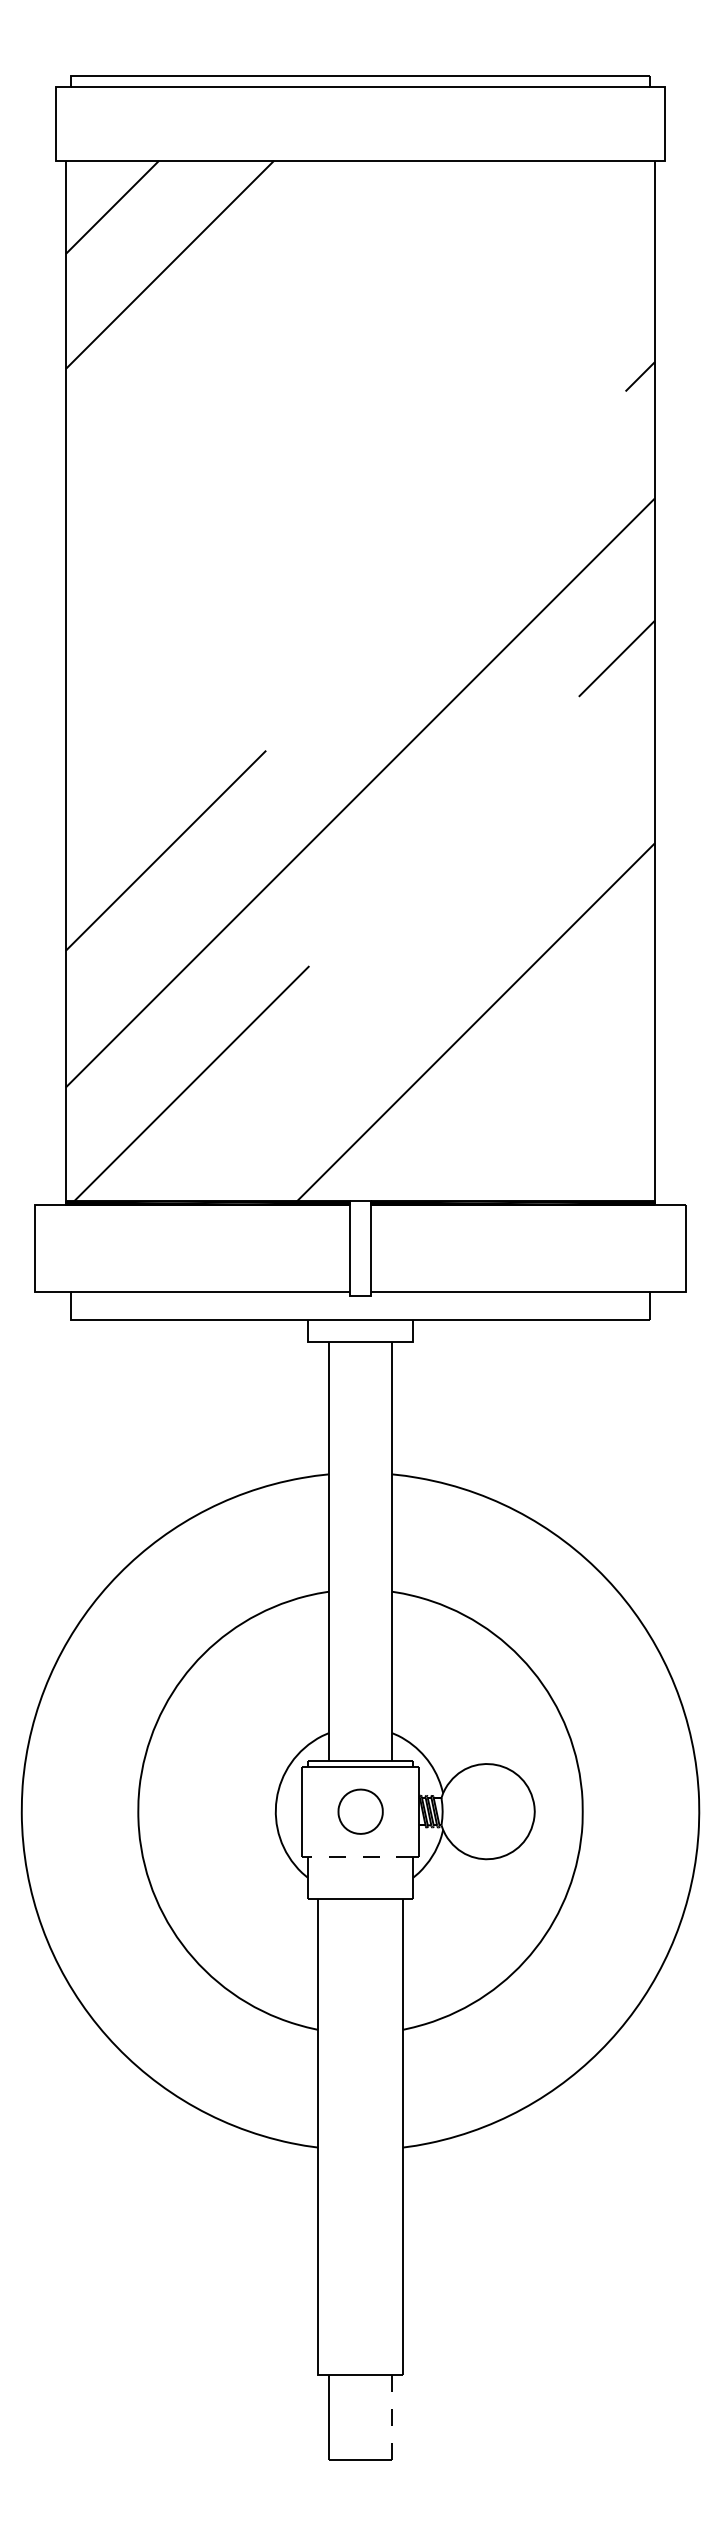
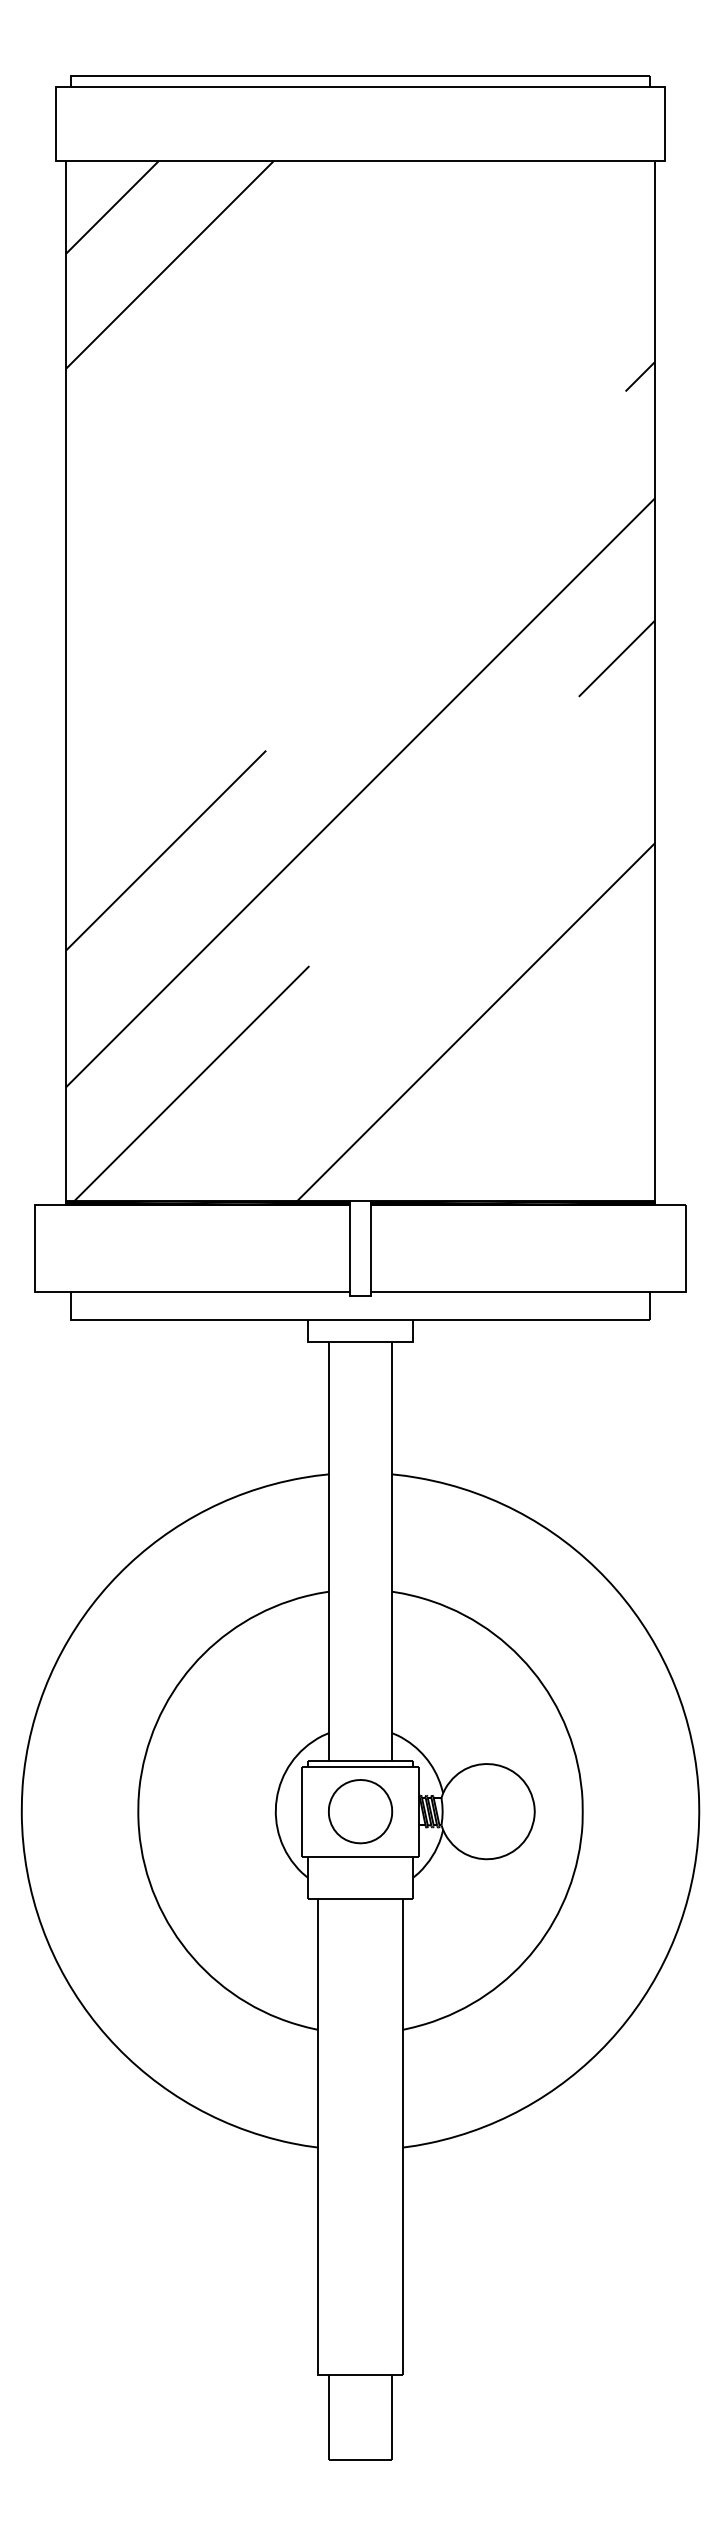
part at (360, 1811) size: 47x47 px -> 66x66 px
line at (360, 1856): dashed -> solid
line at (392, 2418): dashed -> solid
